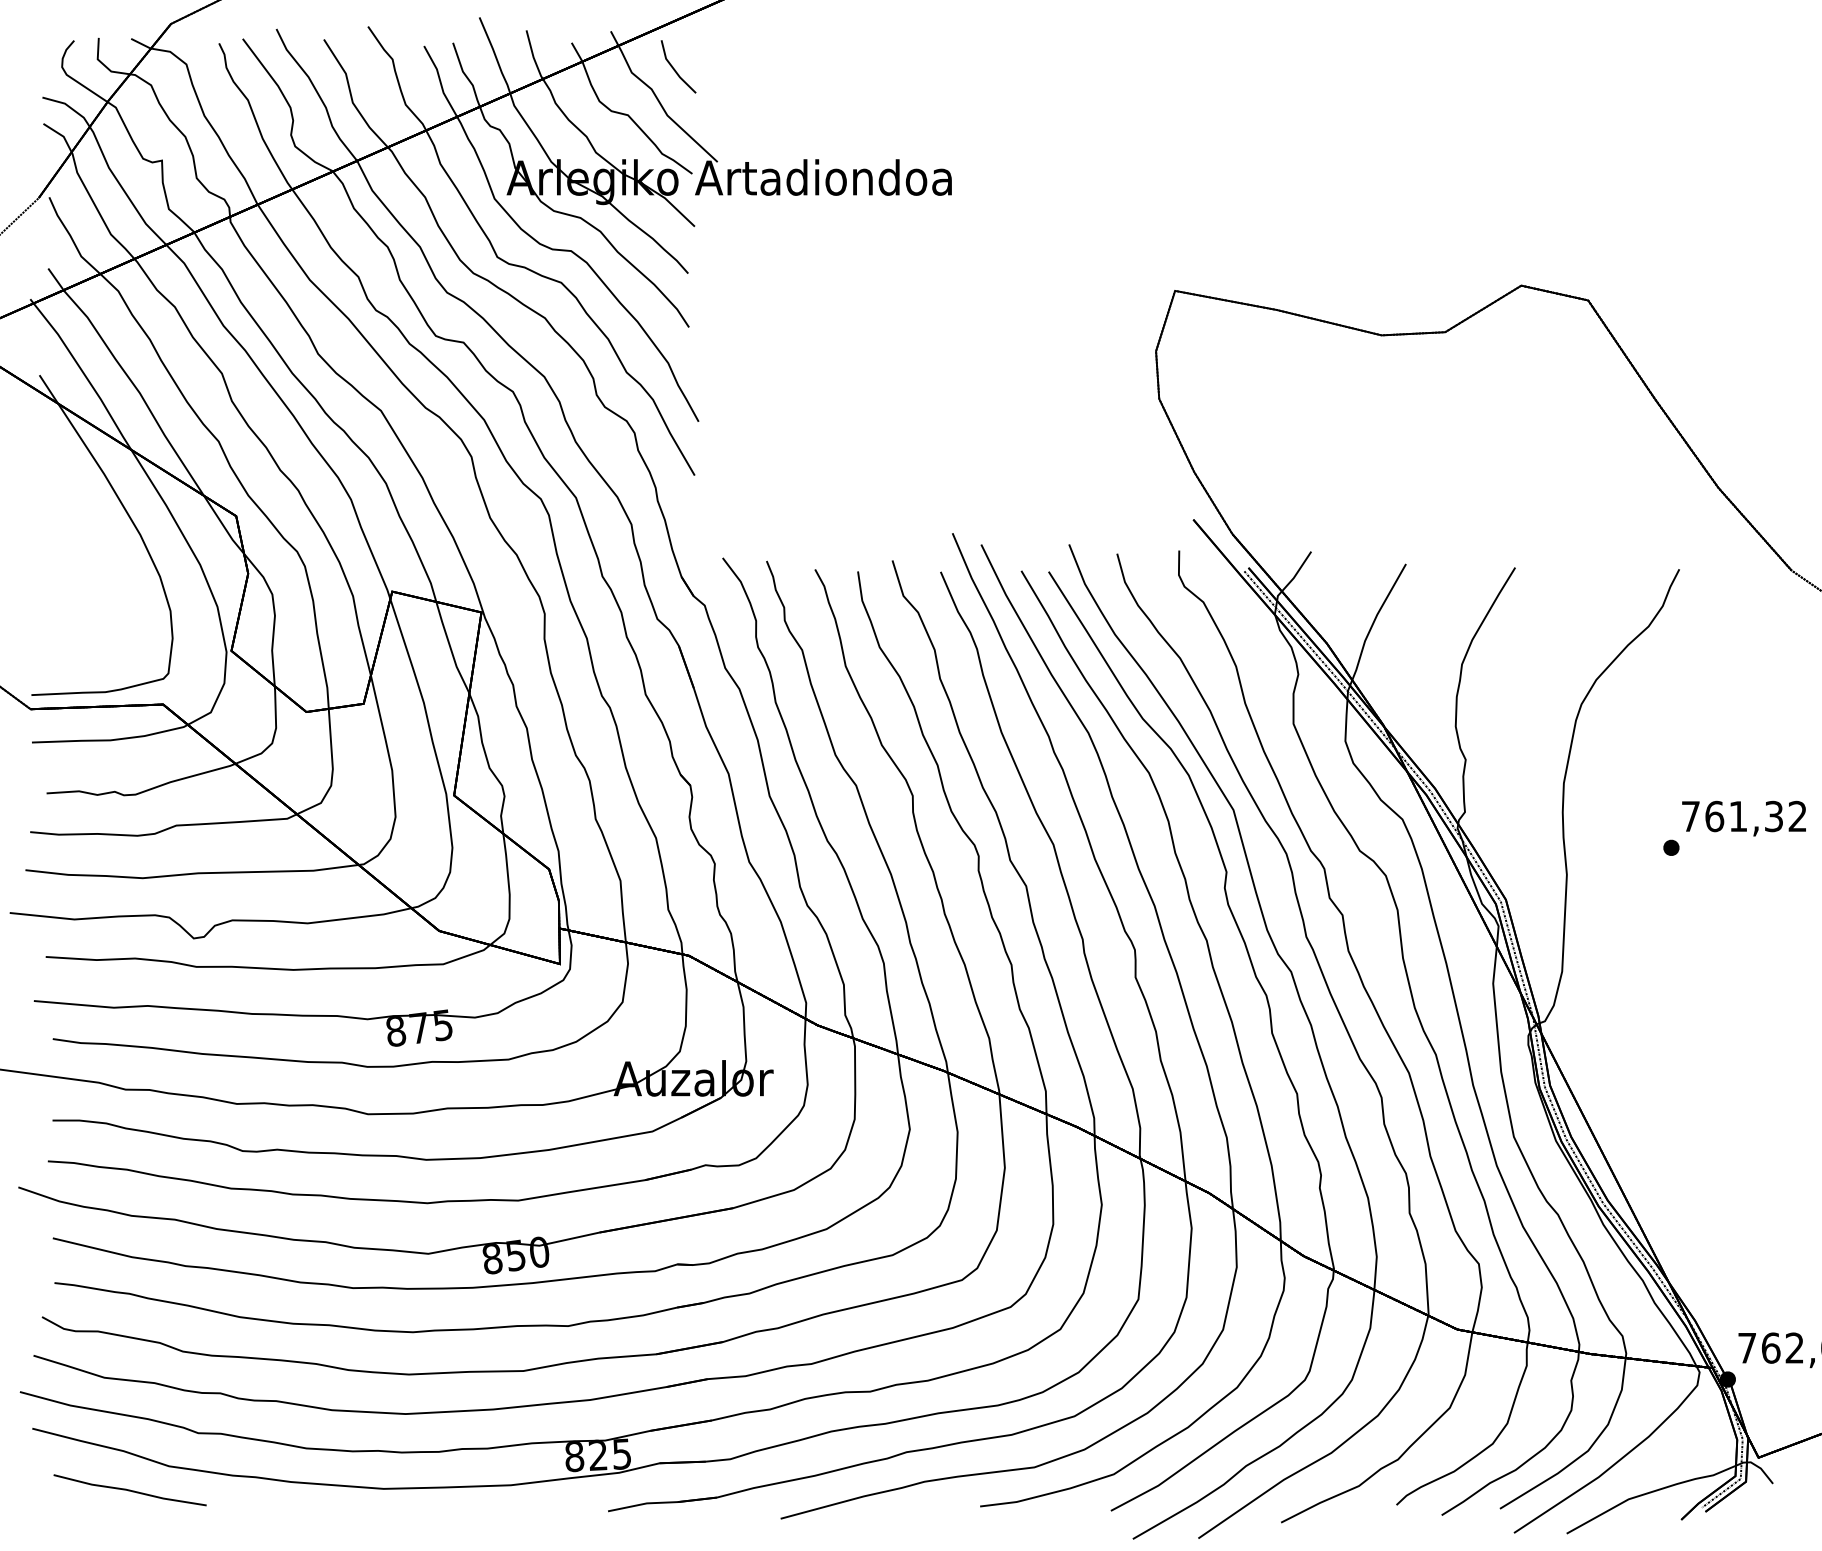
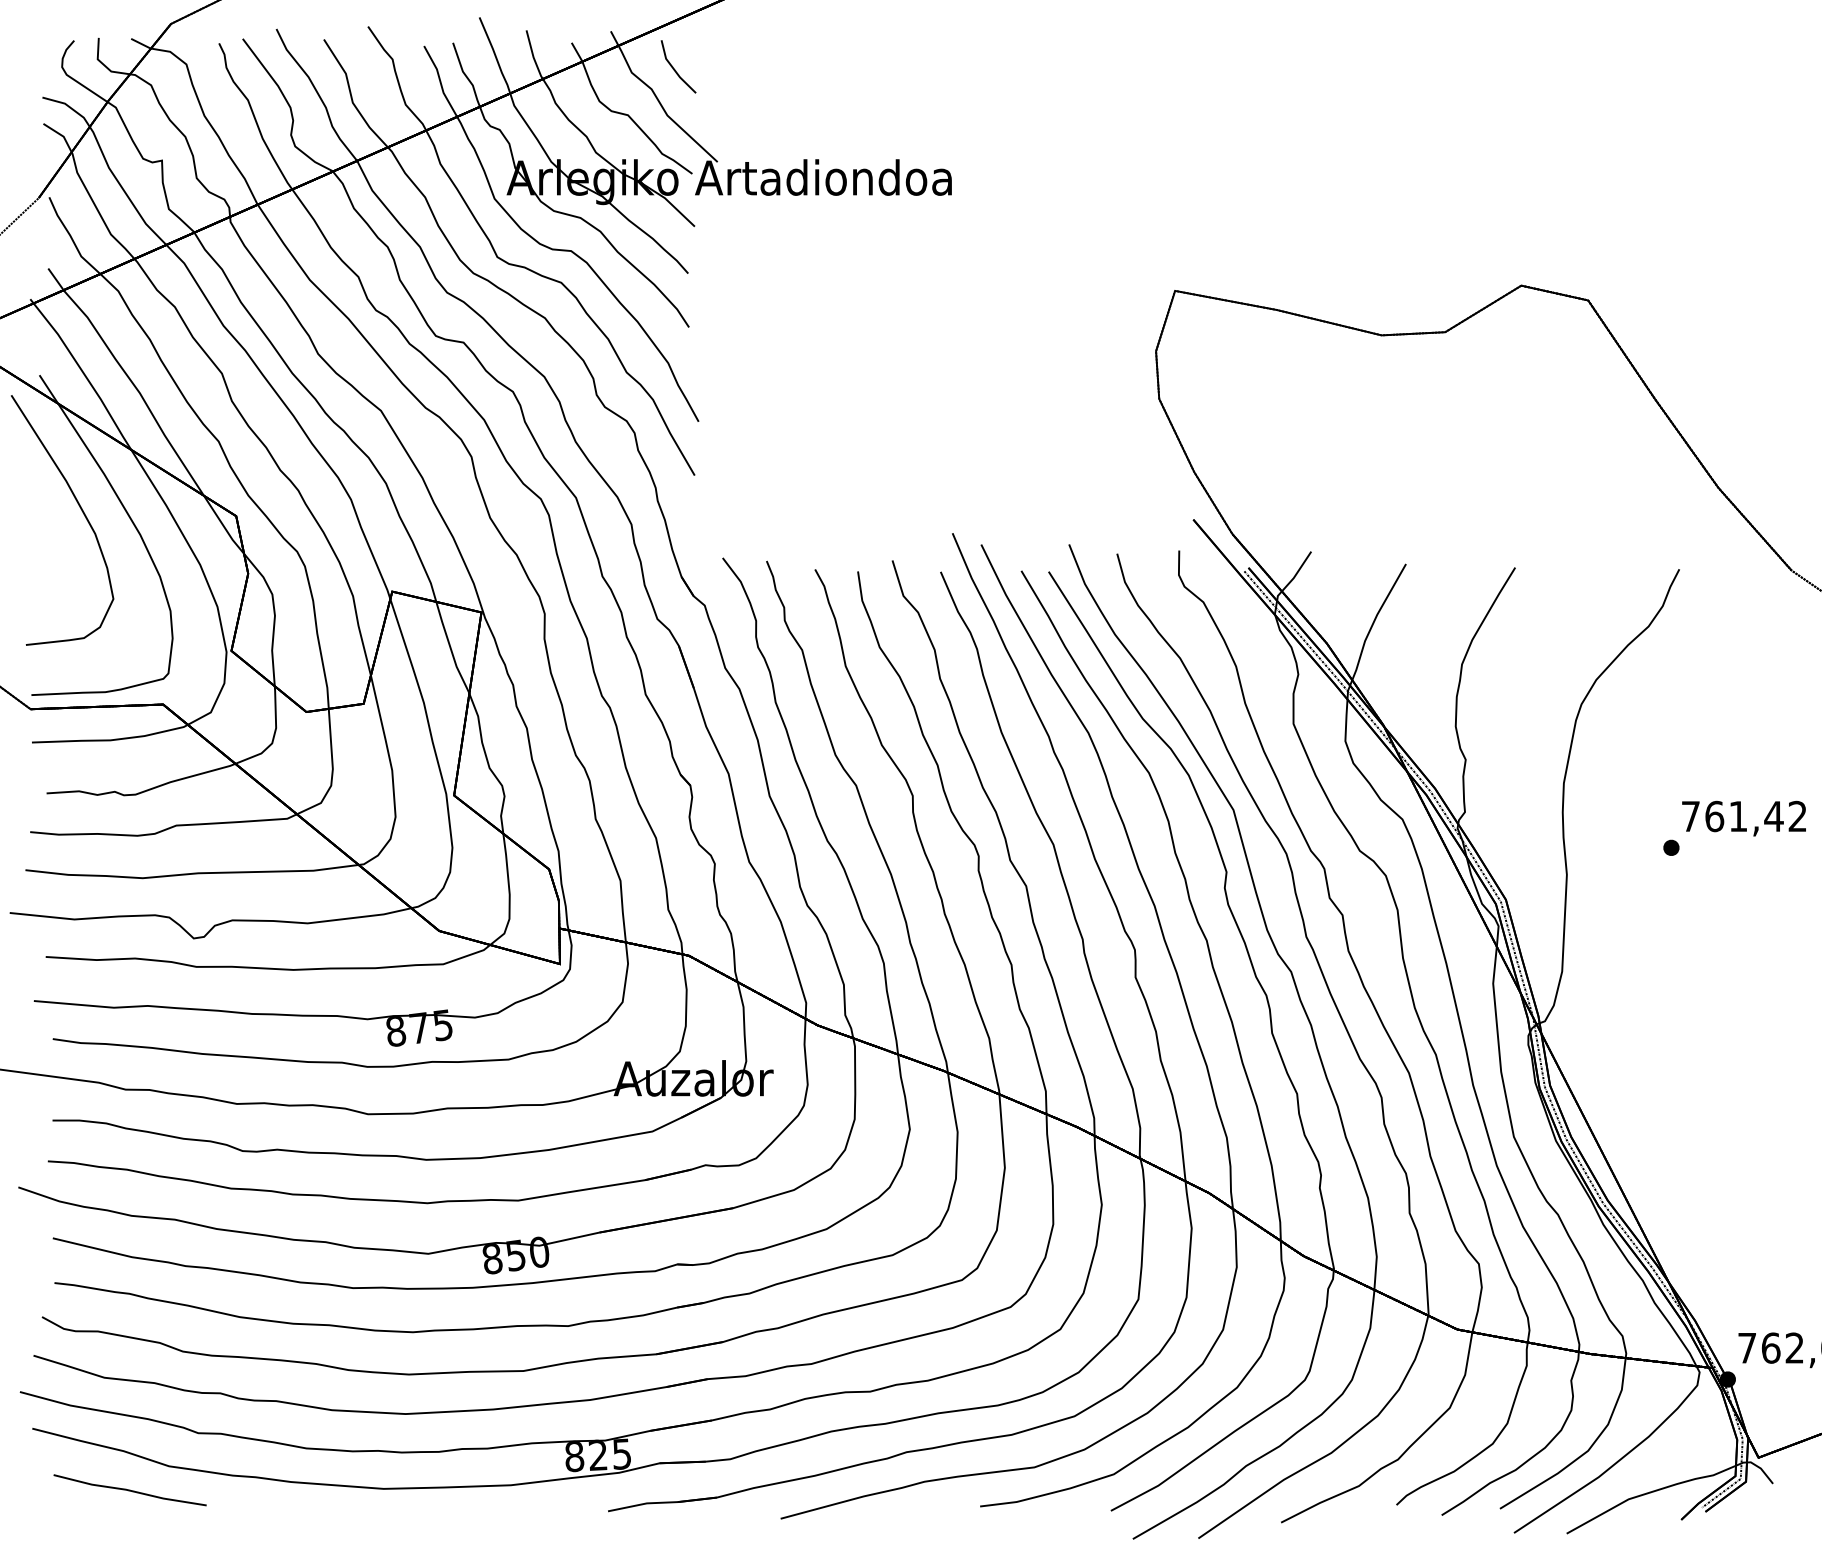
curve at (81, 511): none -> present
text at (1773, 816): 761,32 -> 761,42
